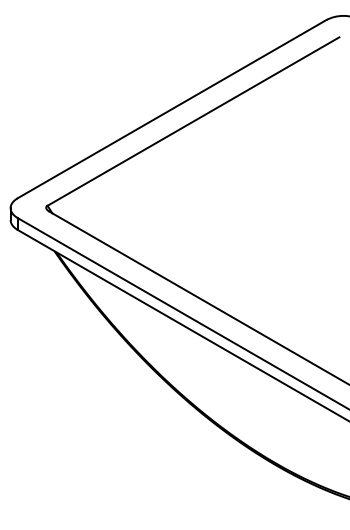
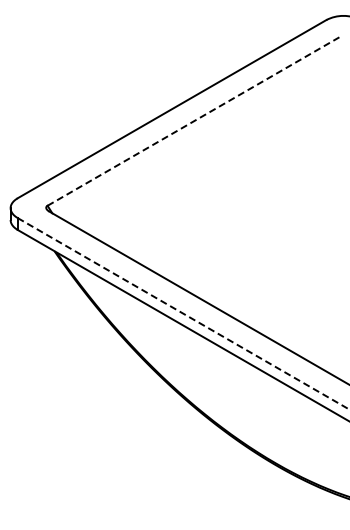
line at (193, 121): solid -> dashed
line at (183, 313): solid -> dashed
